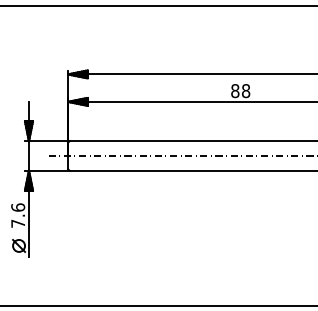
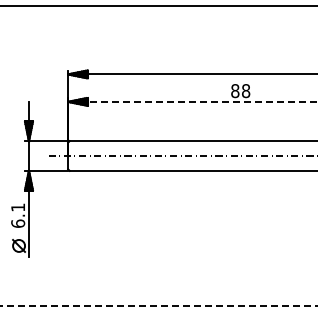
line at (192, 101): solid -> dashed
text at (18, 215): 7.6 -> 6.1
line at (159, 306): solid -> dashed
